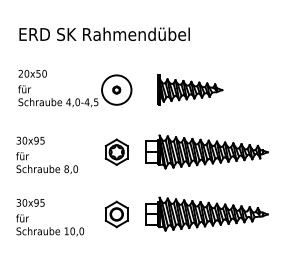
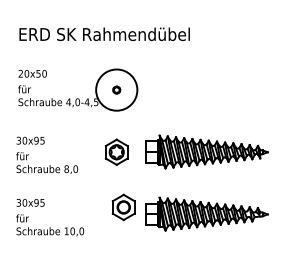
circle at (116, 89) diameter: 29 px -> 41 px
part at (190, 89): present -> none
part at (116, 214) position: (116, 214) -> (123, 207)
